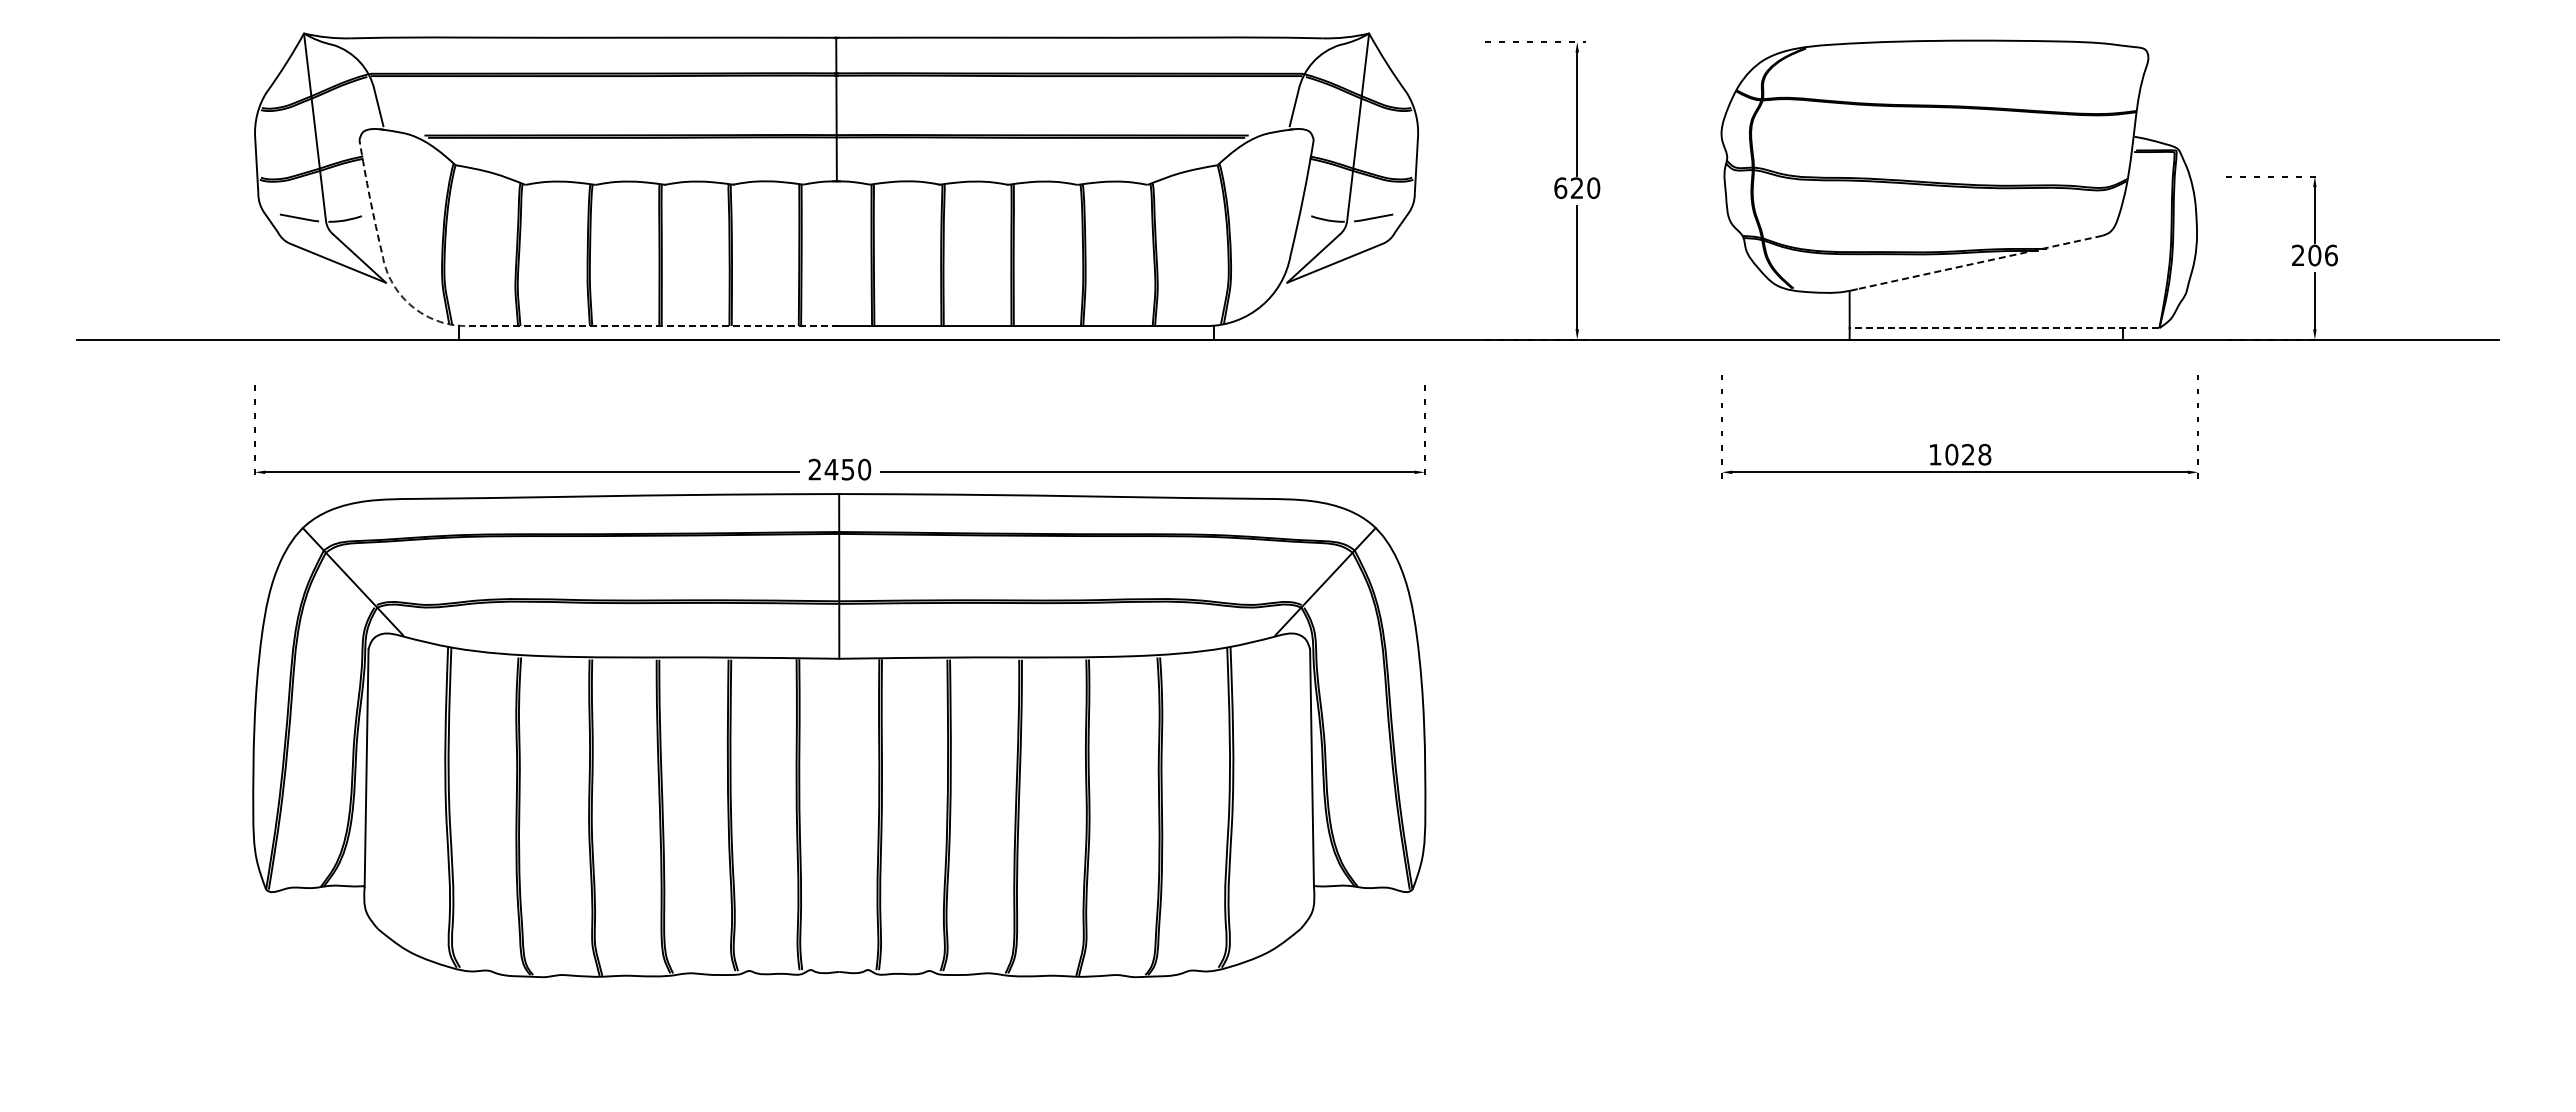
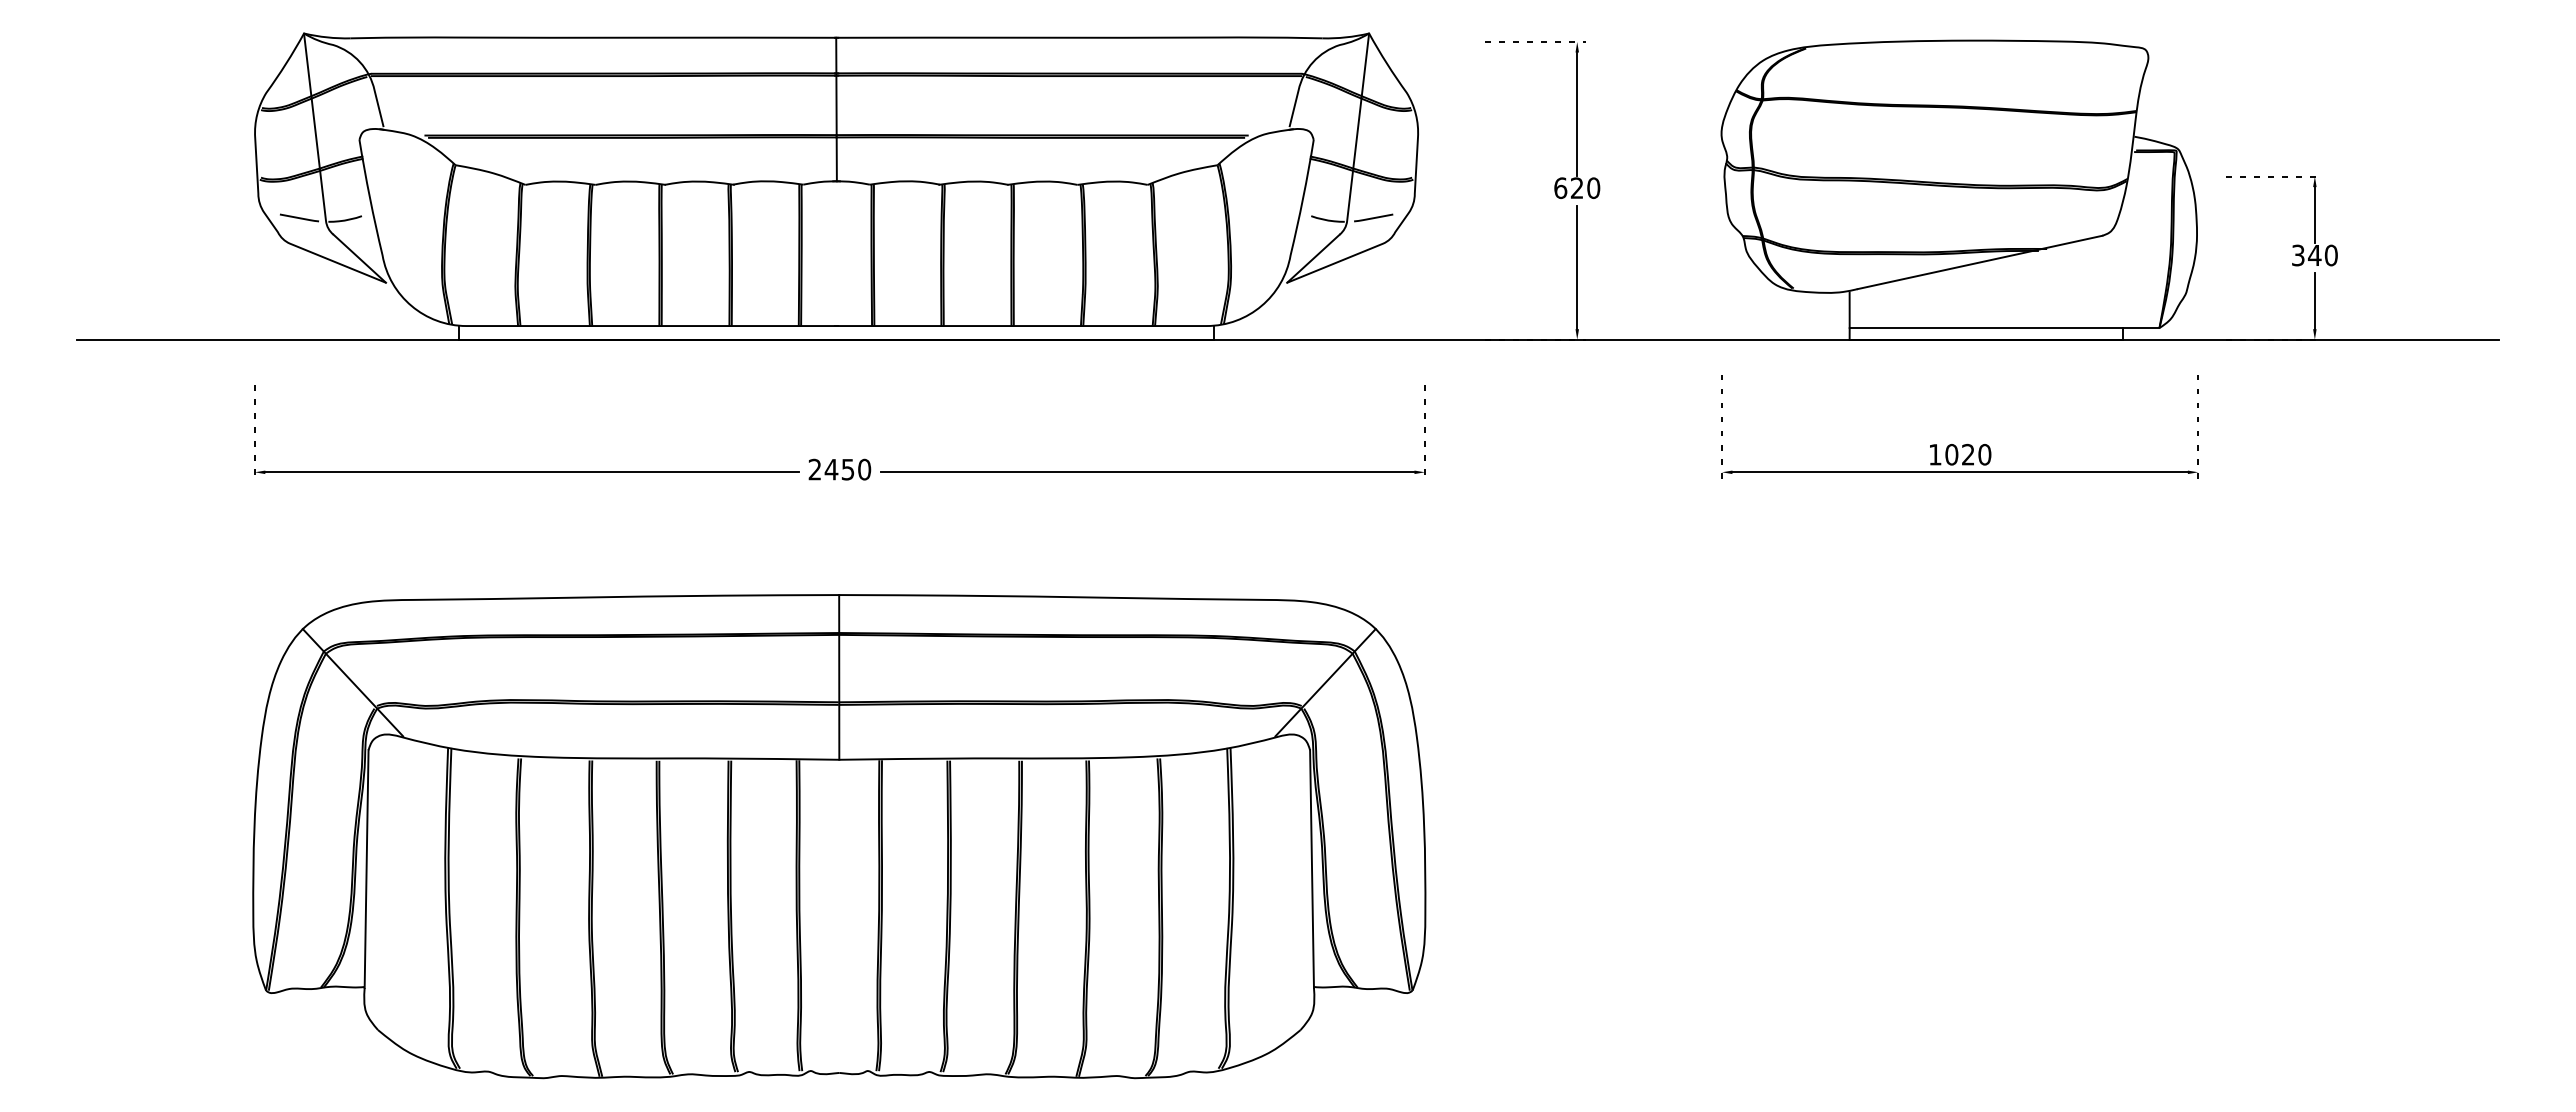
text at (2314, 255): 206 -> 340
line at (1979, 262): dashed -> solid
line at (525, 326): dashed -> solid
line at (2004, 328): dashed -> solid
text at (1984, 454): 1028 -> 1020
part at (839, 735) position: (839, 735) -> (839, 836)
